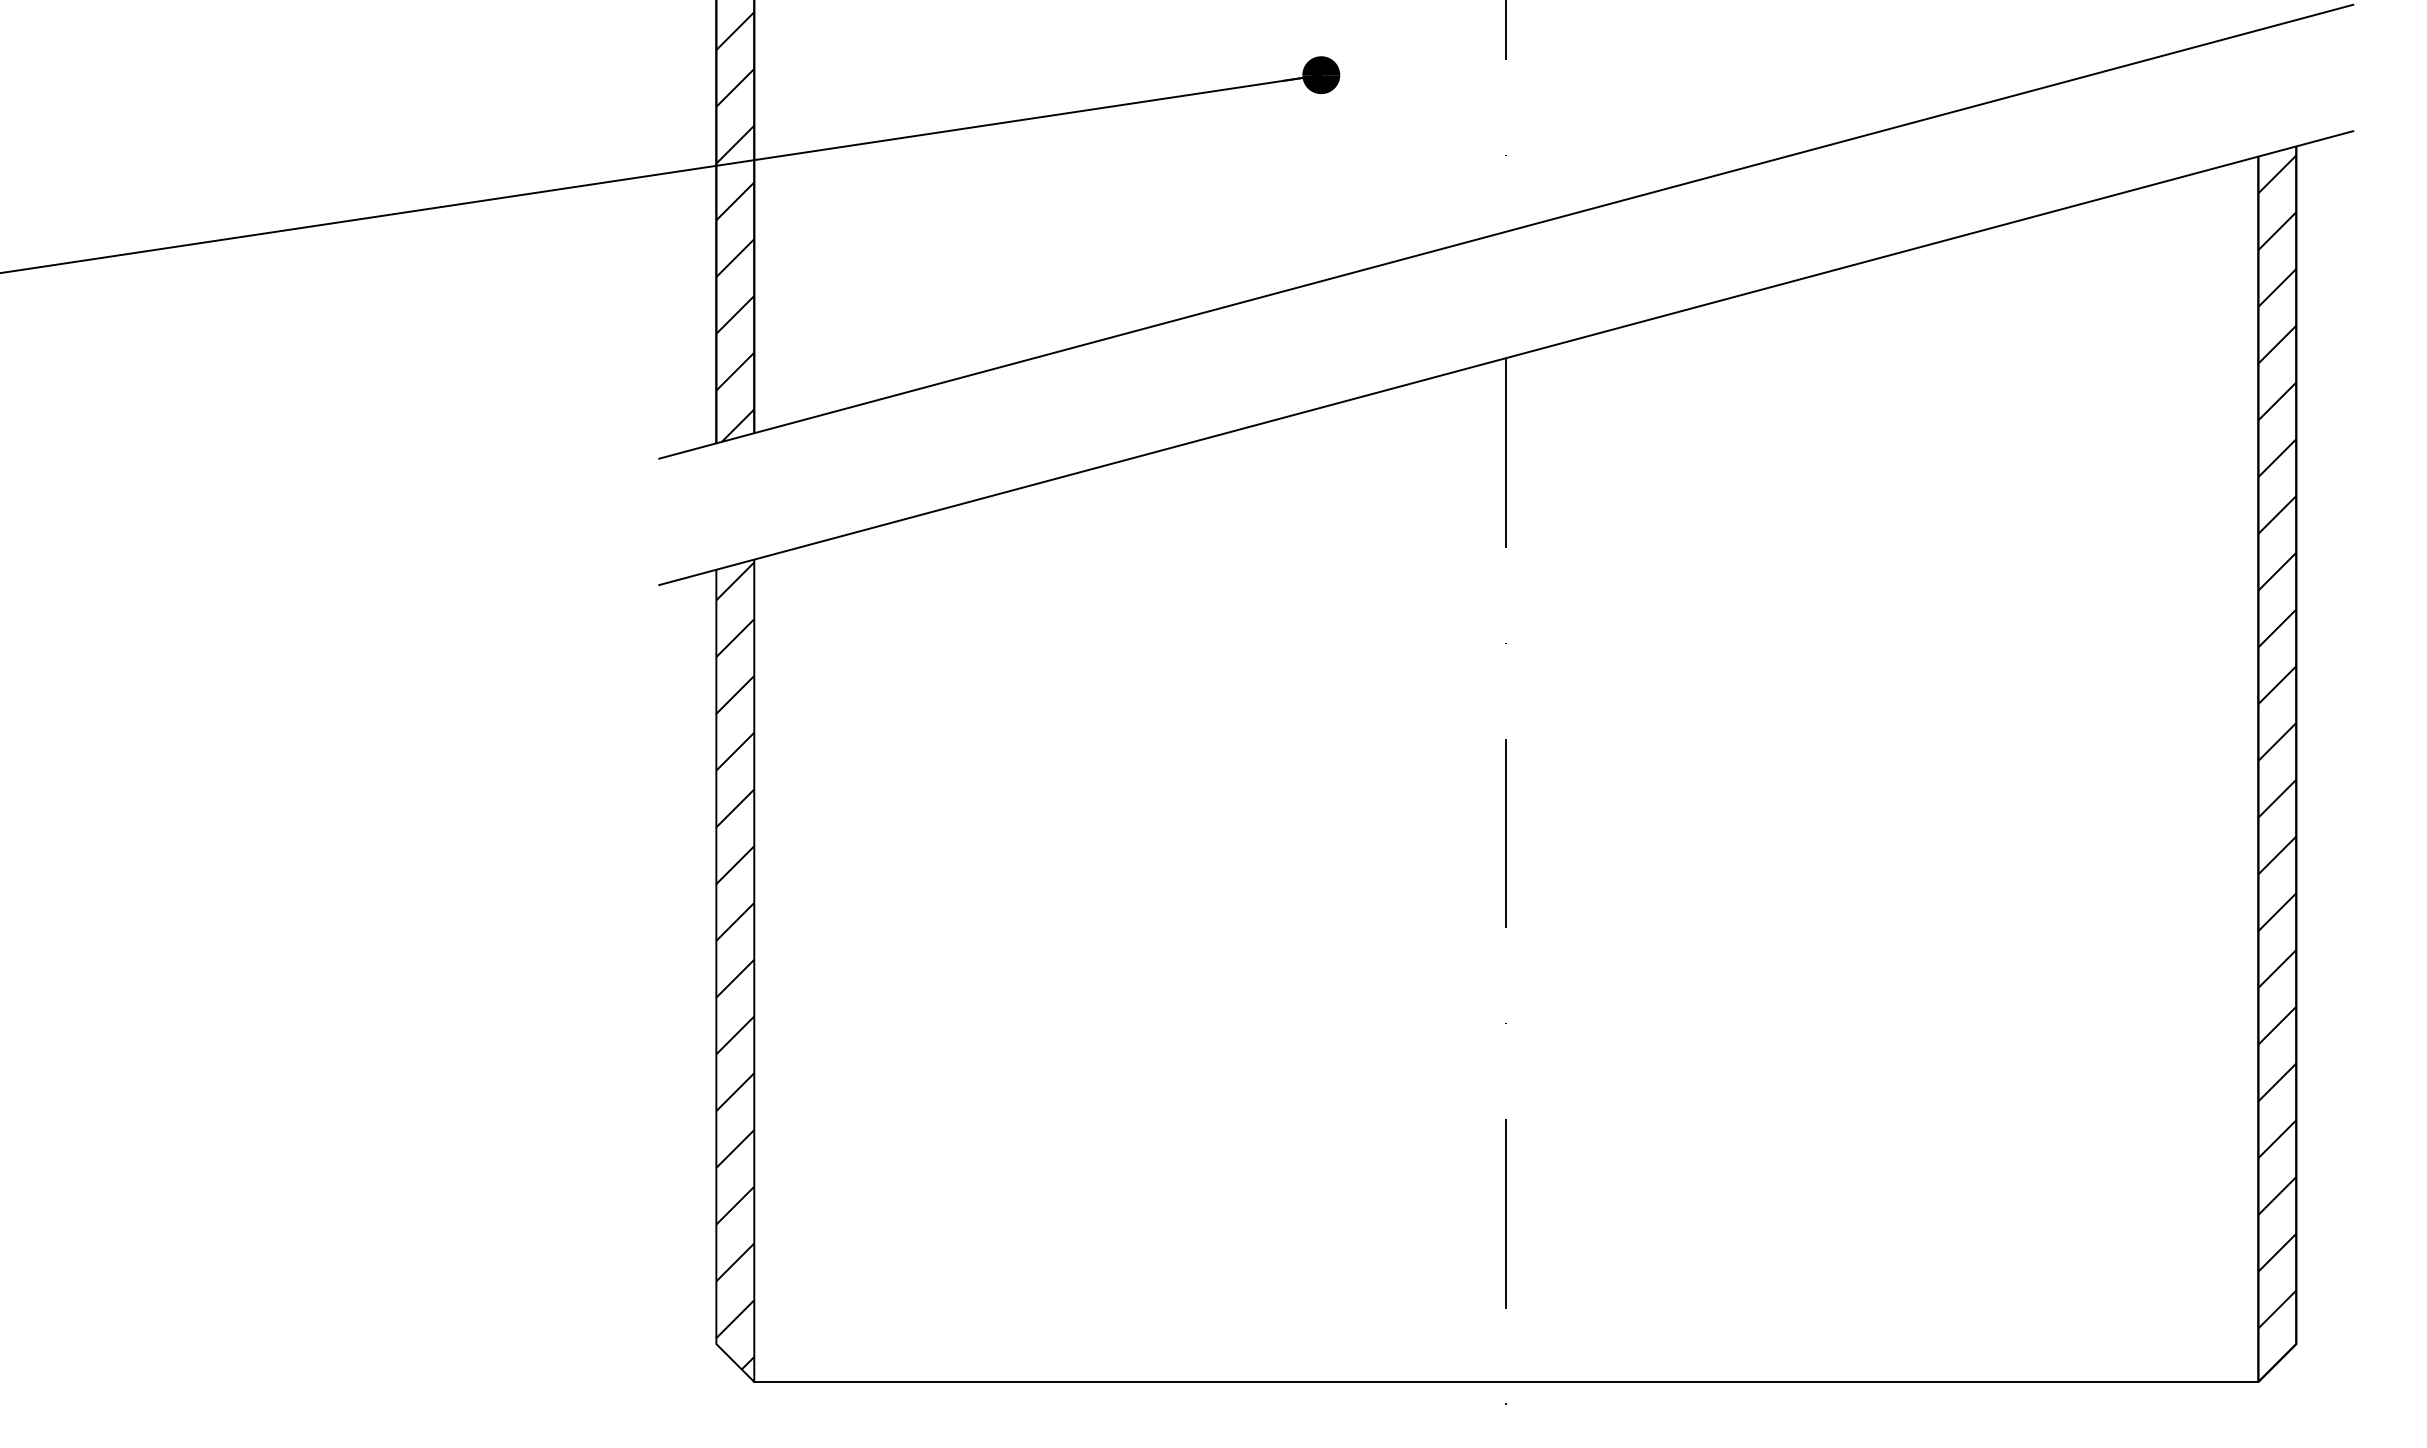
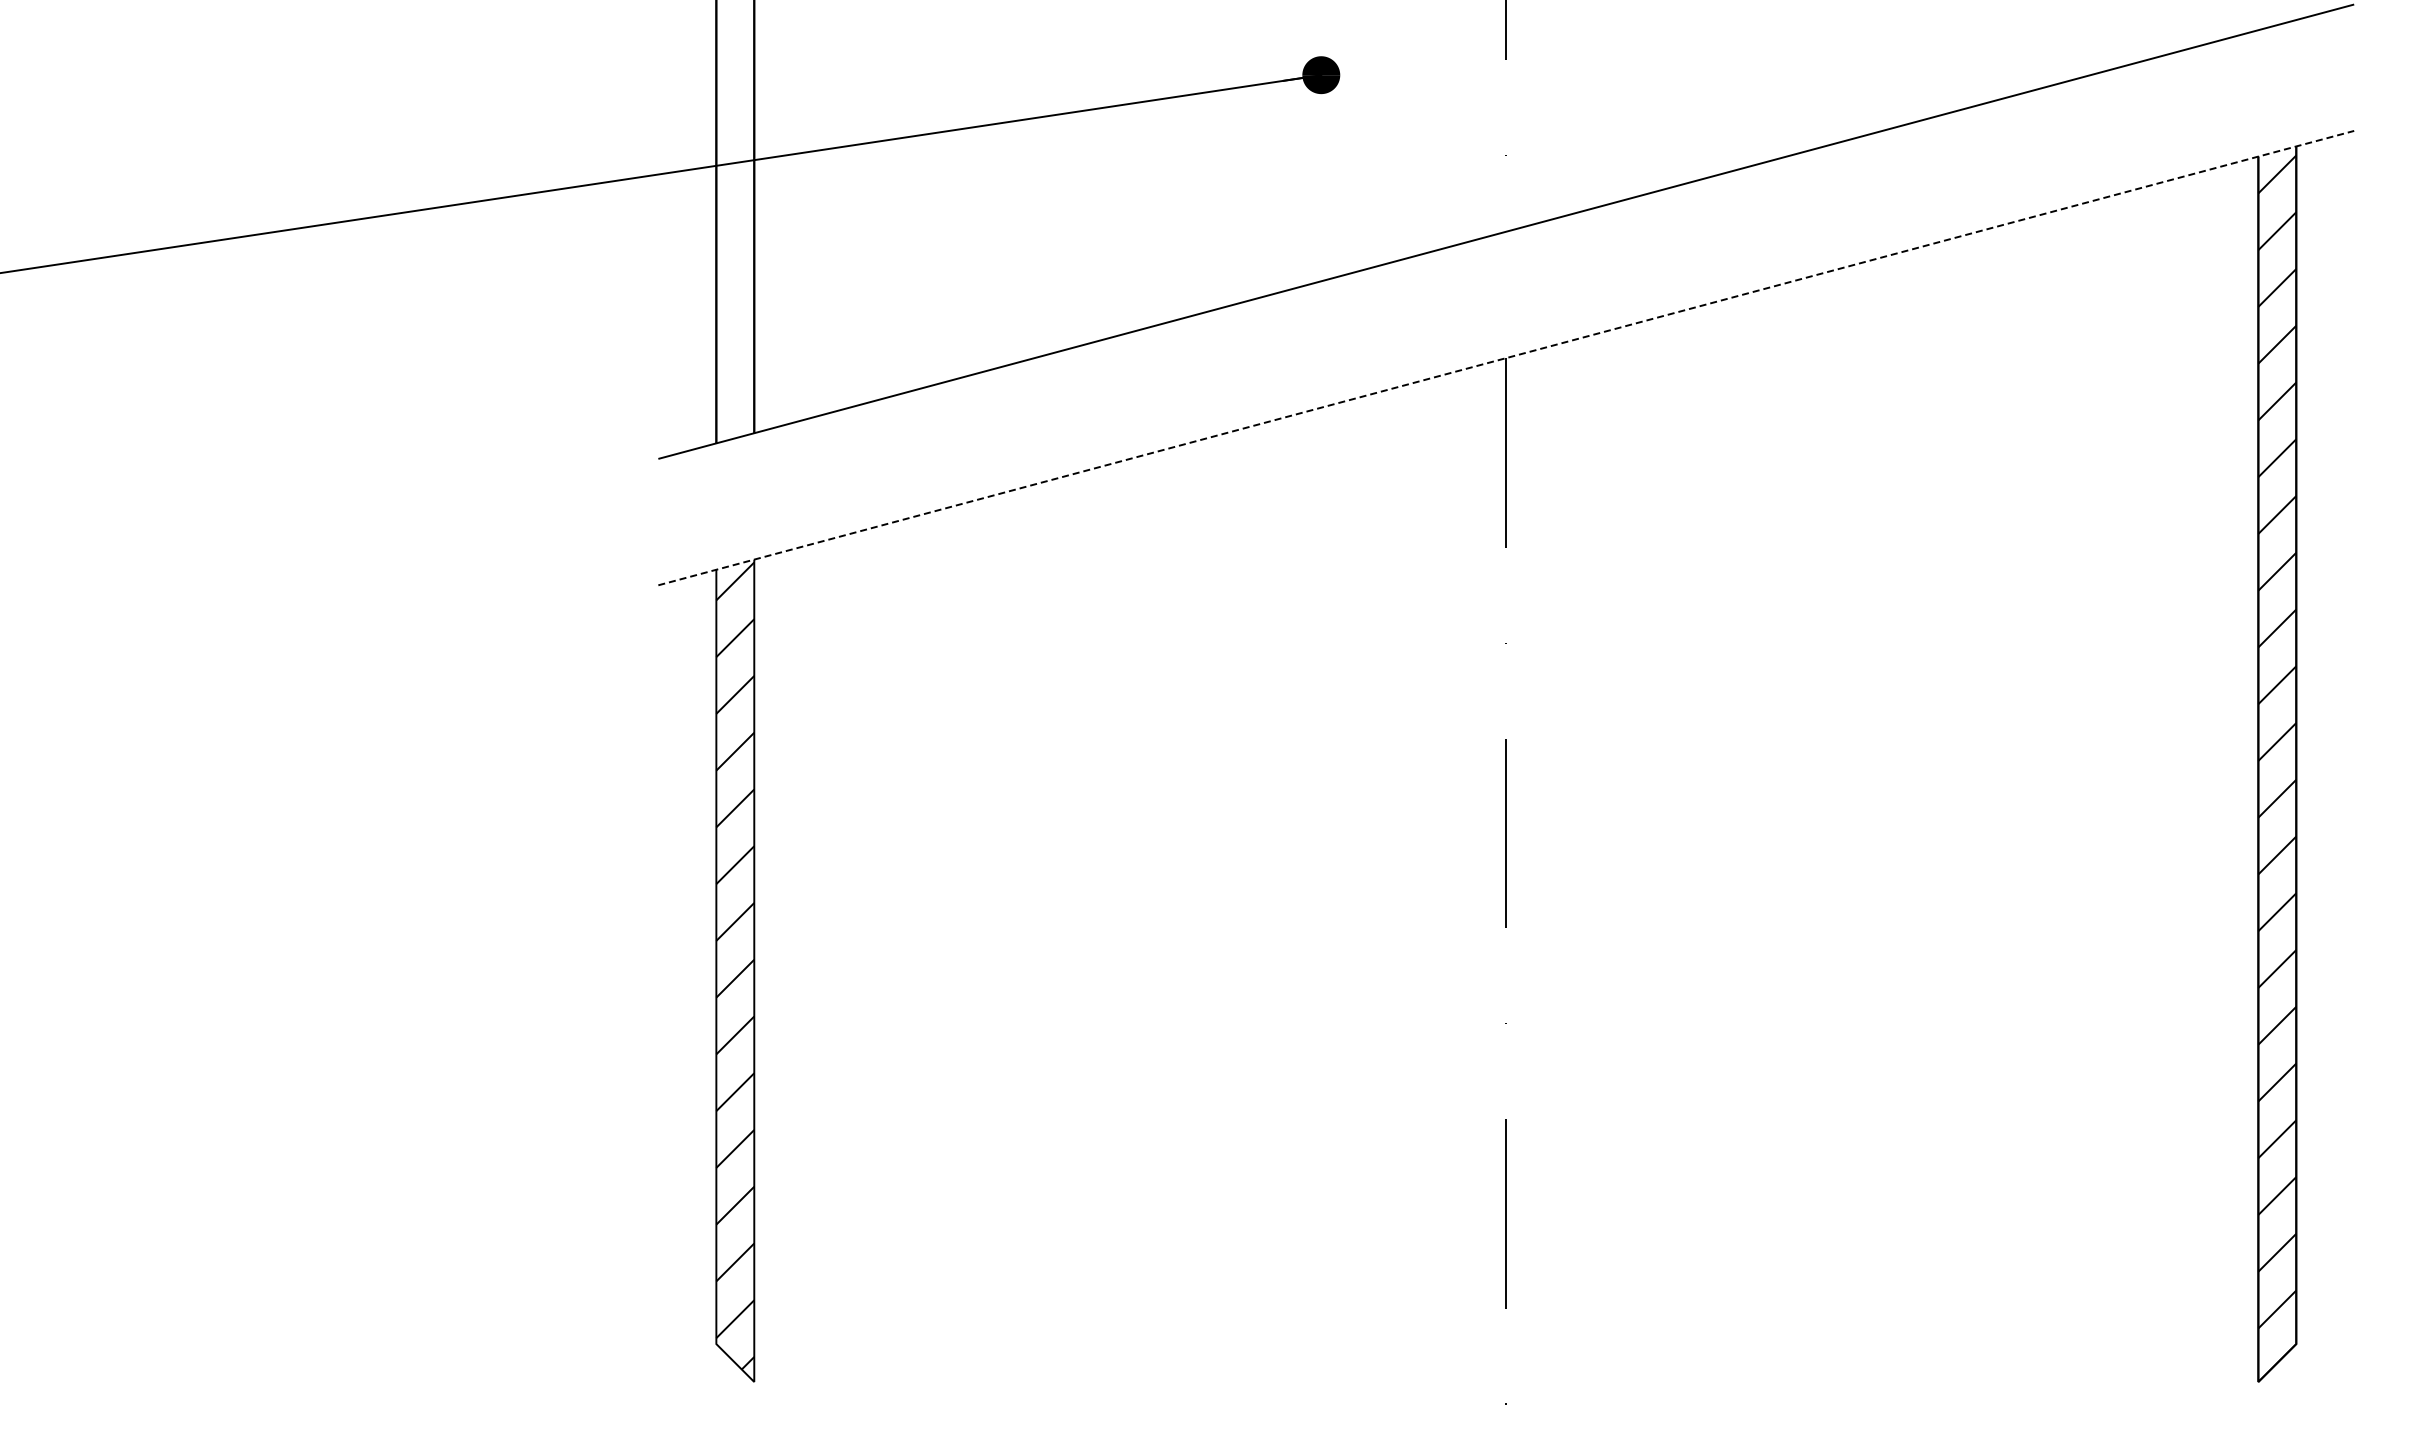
hatch at (735, 226): present -> none
line at (1506, 358): solid -> dashed
line at (1506, 1381): present -> none
